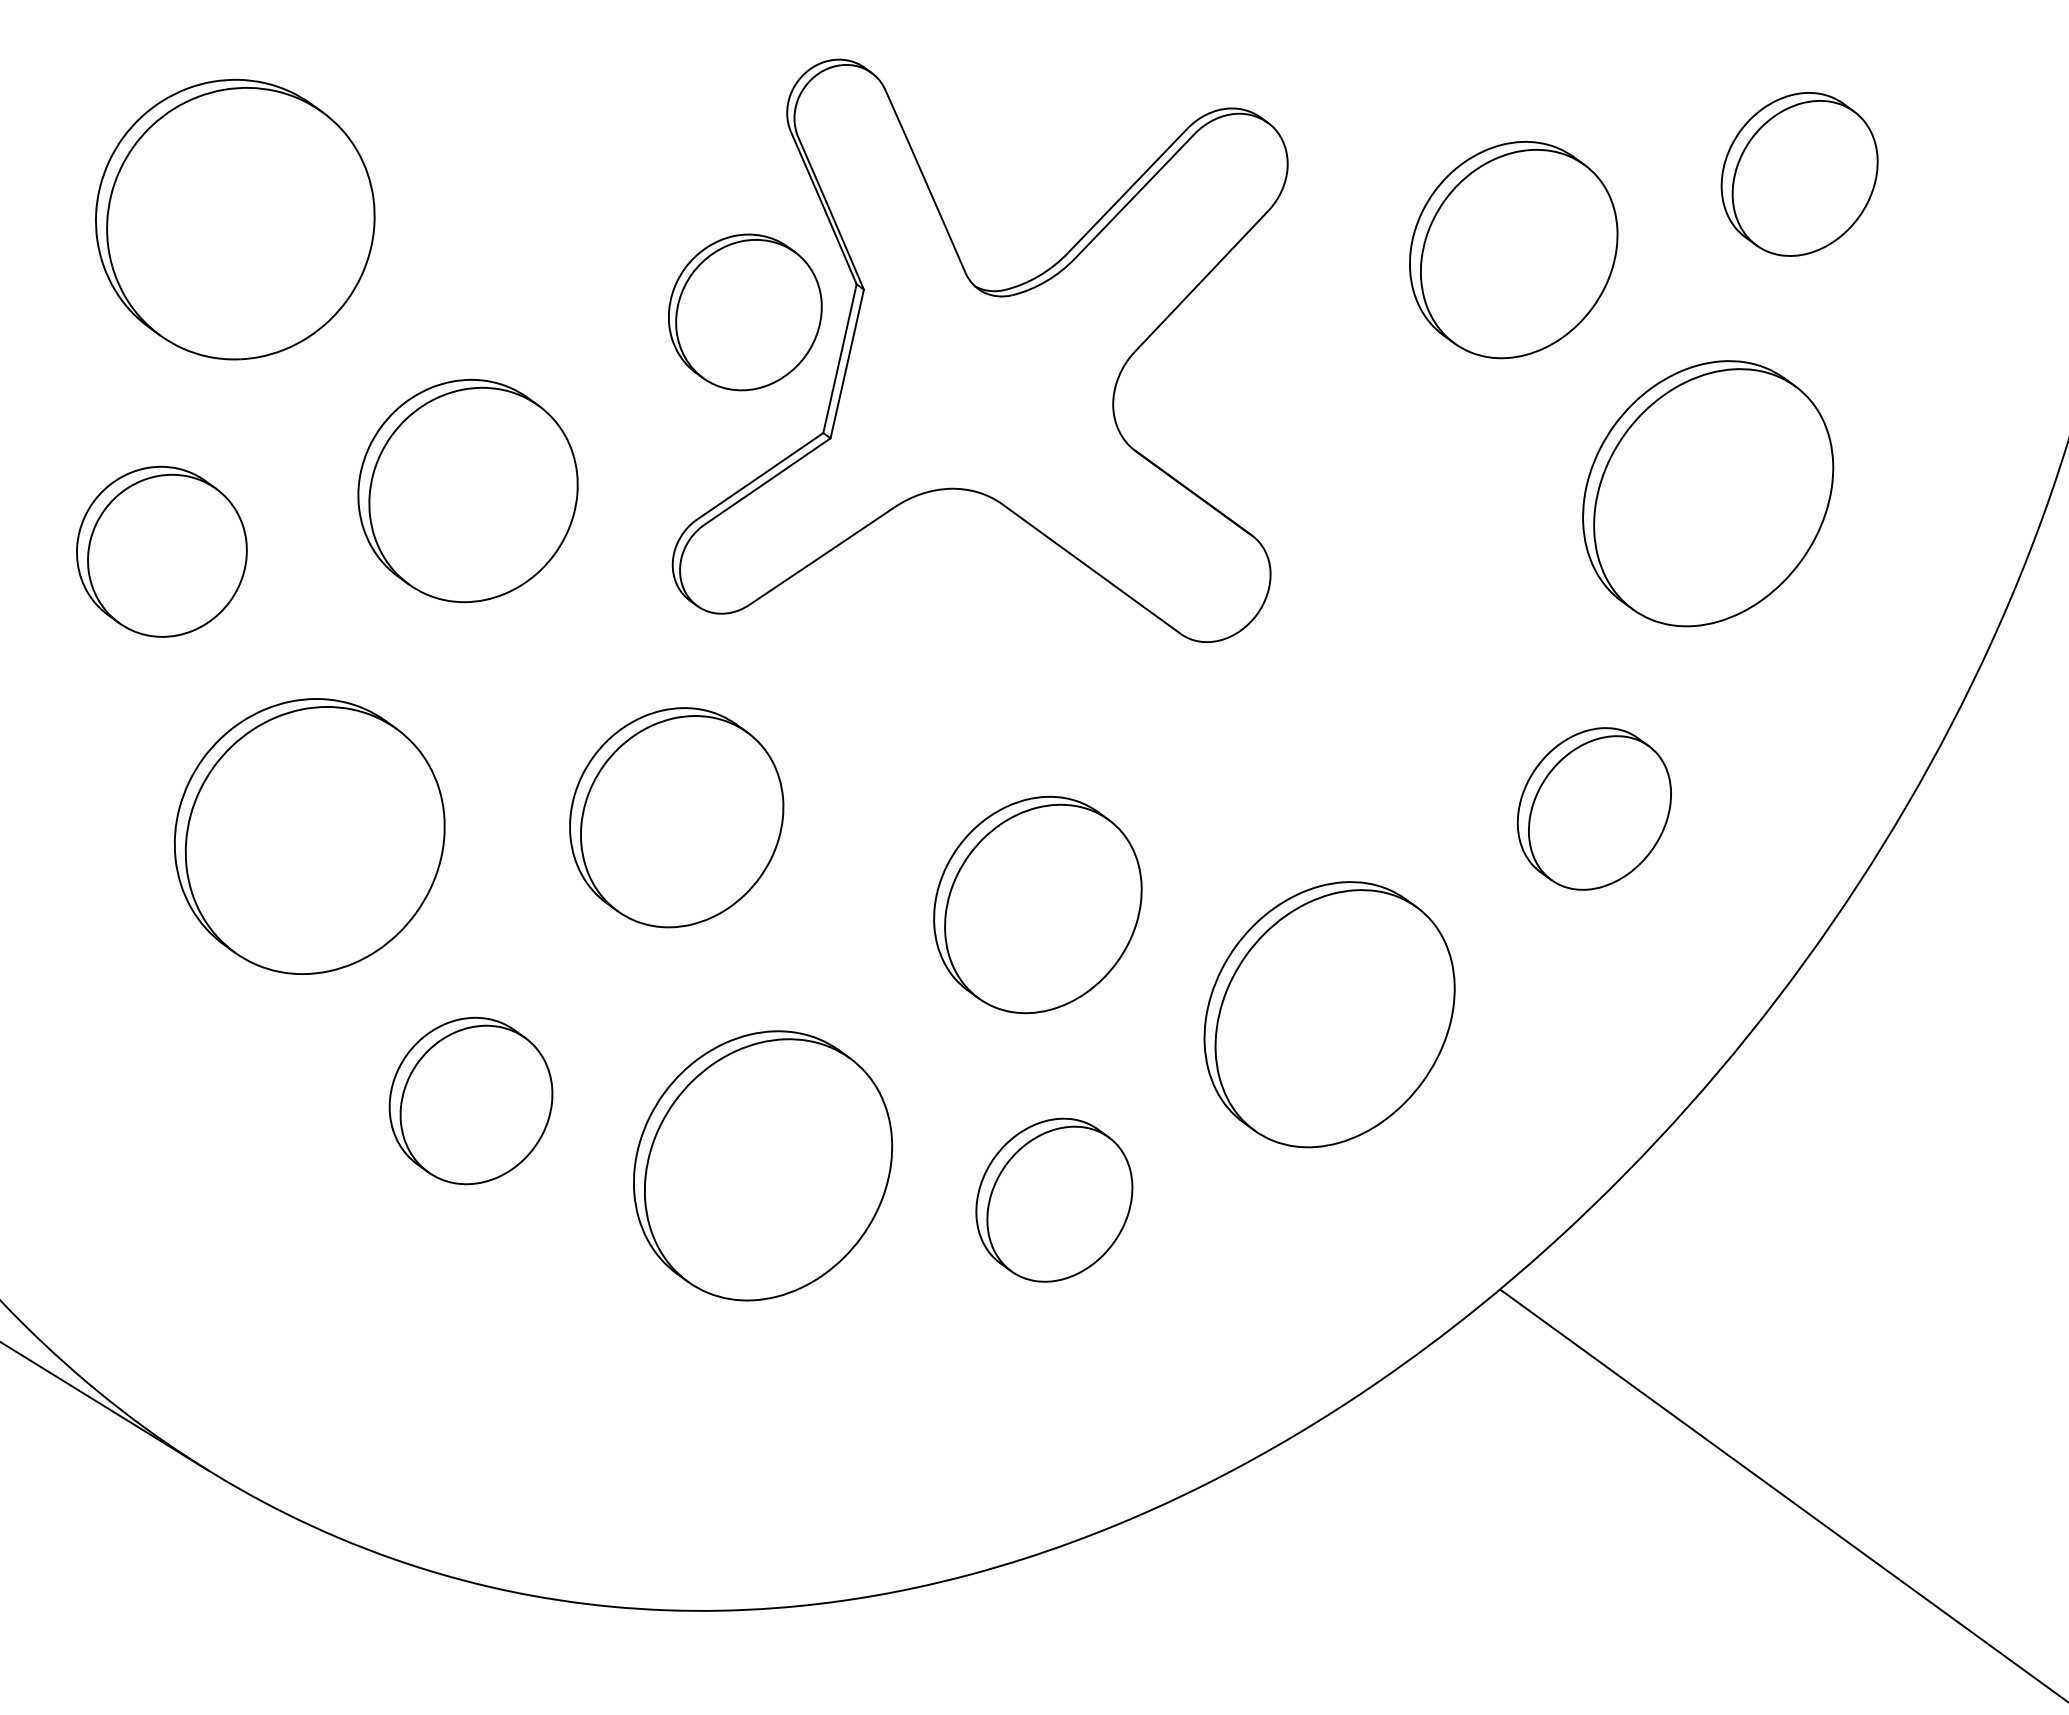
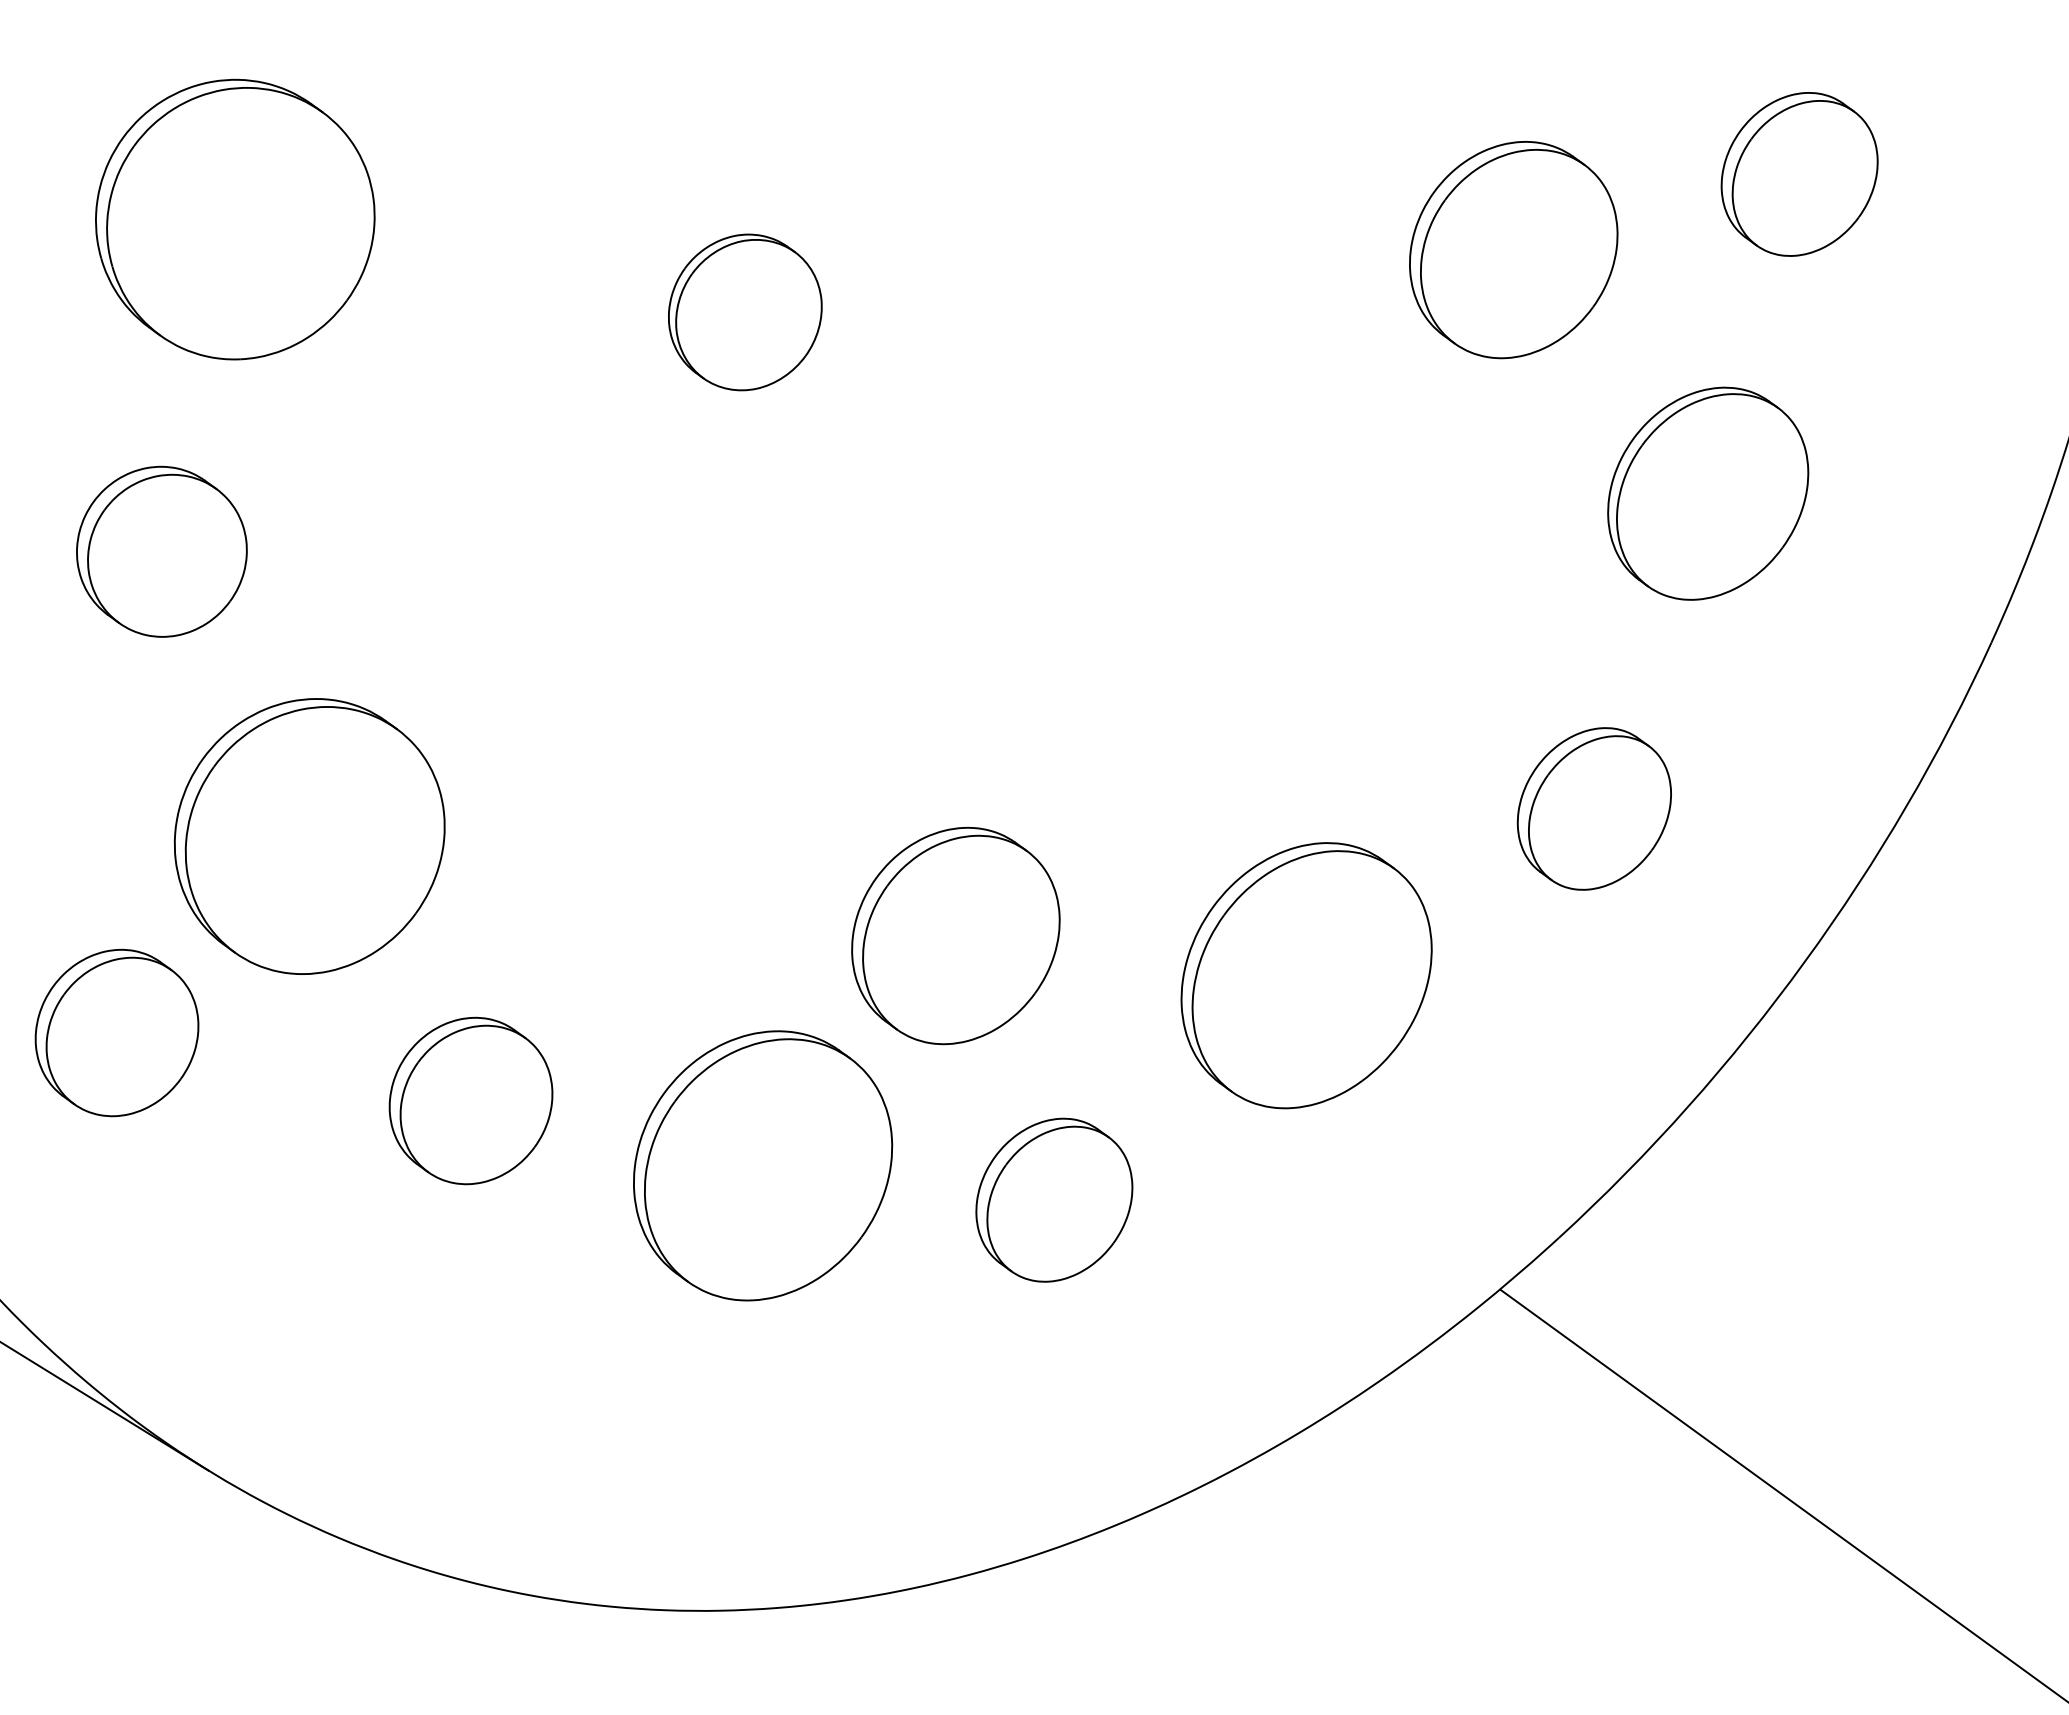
part at (979, 350): present -> none
part at (467, 490): present -> none
part at (1708, 493) size: 253x268 px -> 203x215 px
part at (676, 817): present -> none
part at (1037, 904) position: (1037, 904) -> (955, 935)
part at (1329, 1014) position: (1329, 1014) -> (1306, 975)
part at (116, 1032): none -> present
